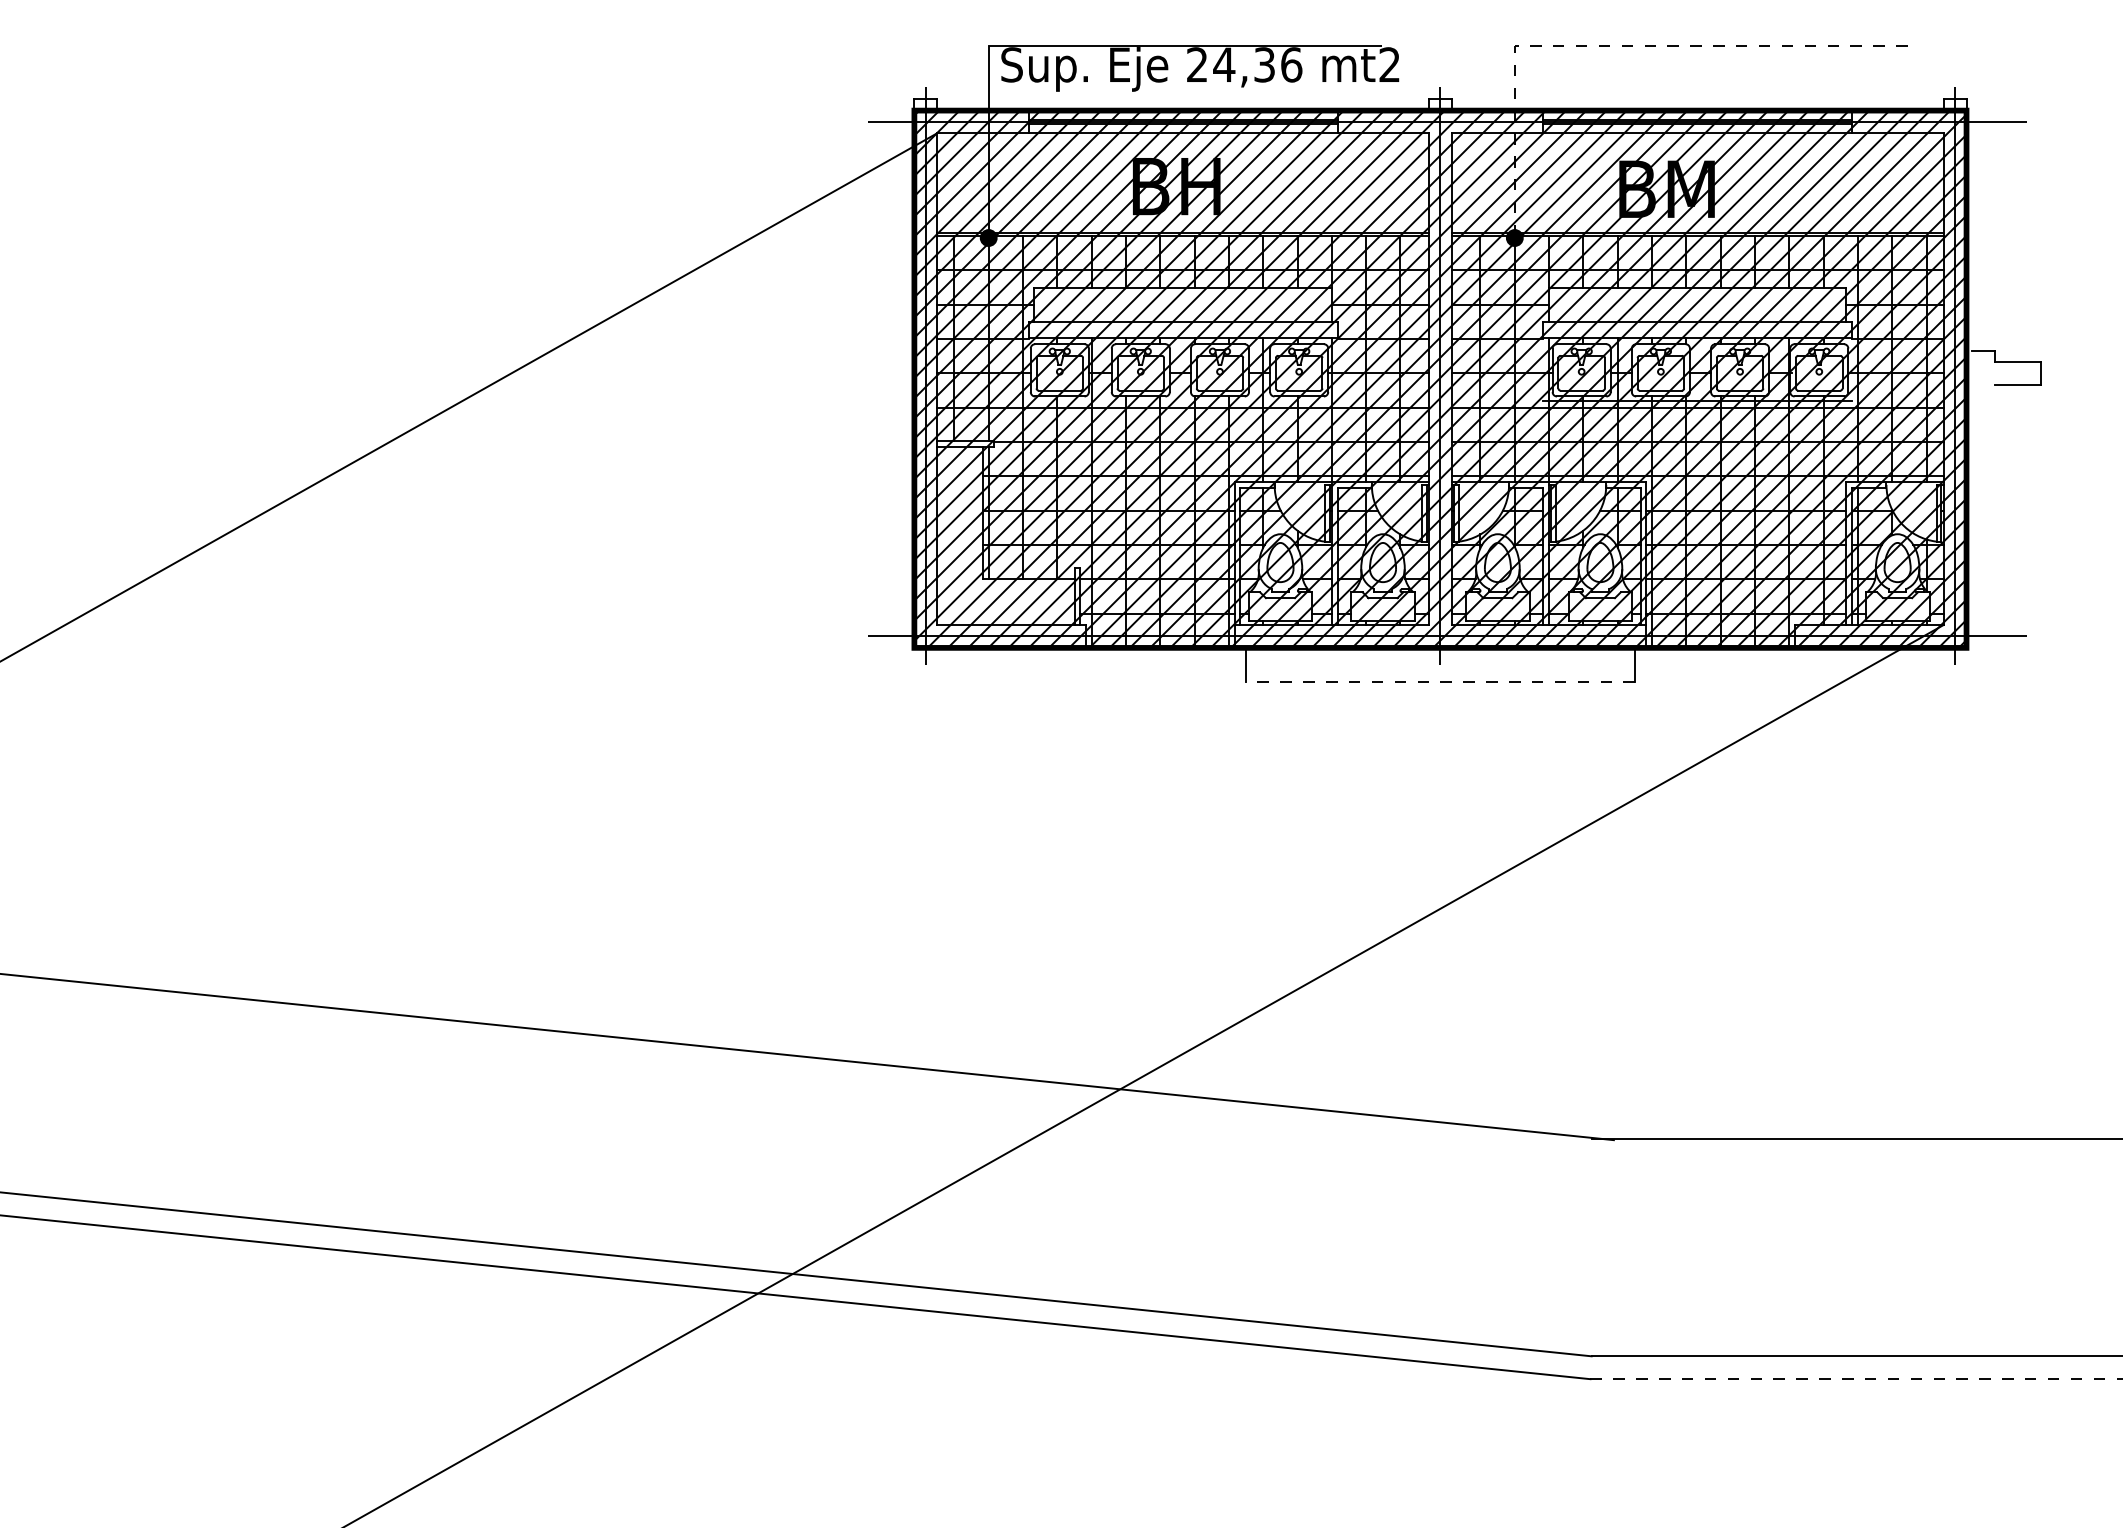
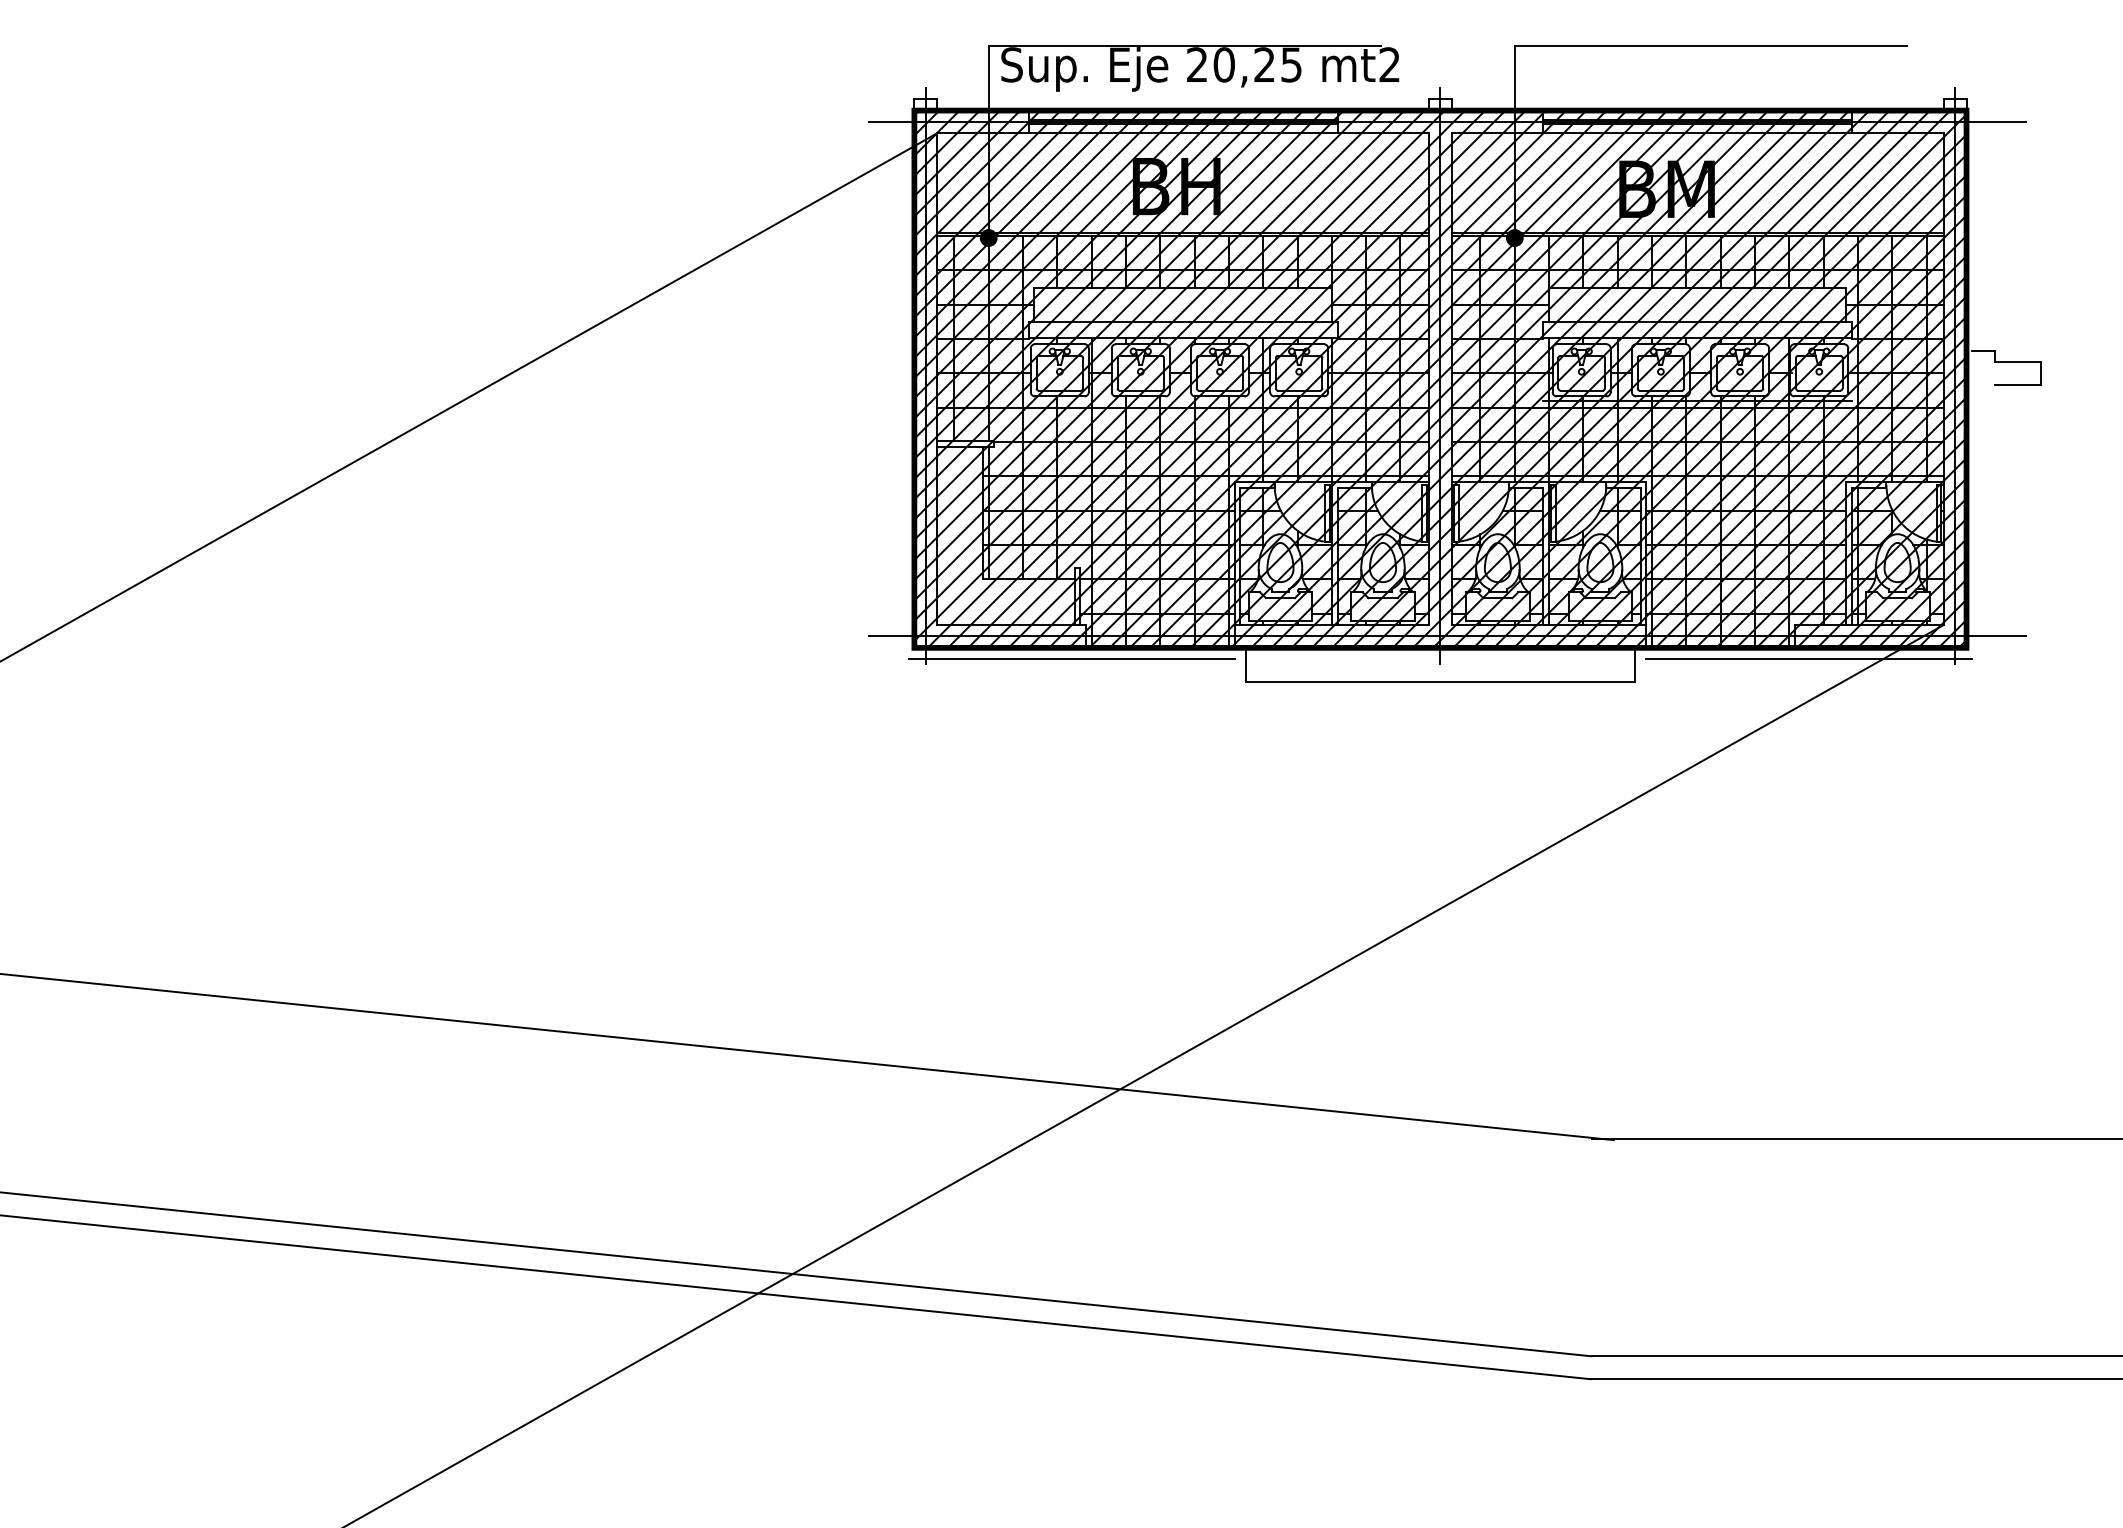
line at (1615, 45): dashed -> solid
text at (1257, 64): 24,36 -> 20,25
line at (1071, 659): none -> present
line at (1809, 659): none -> present
line at (1439, 682): dashed -> solid
line at (1856, 1379): dashed -> solid
